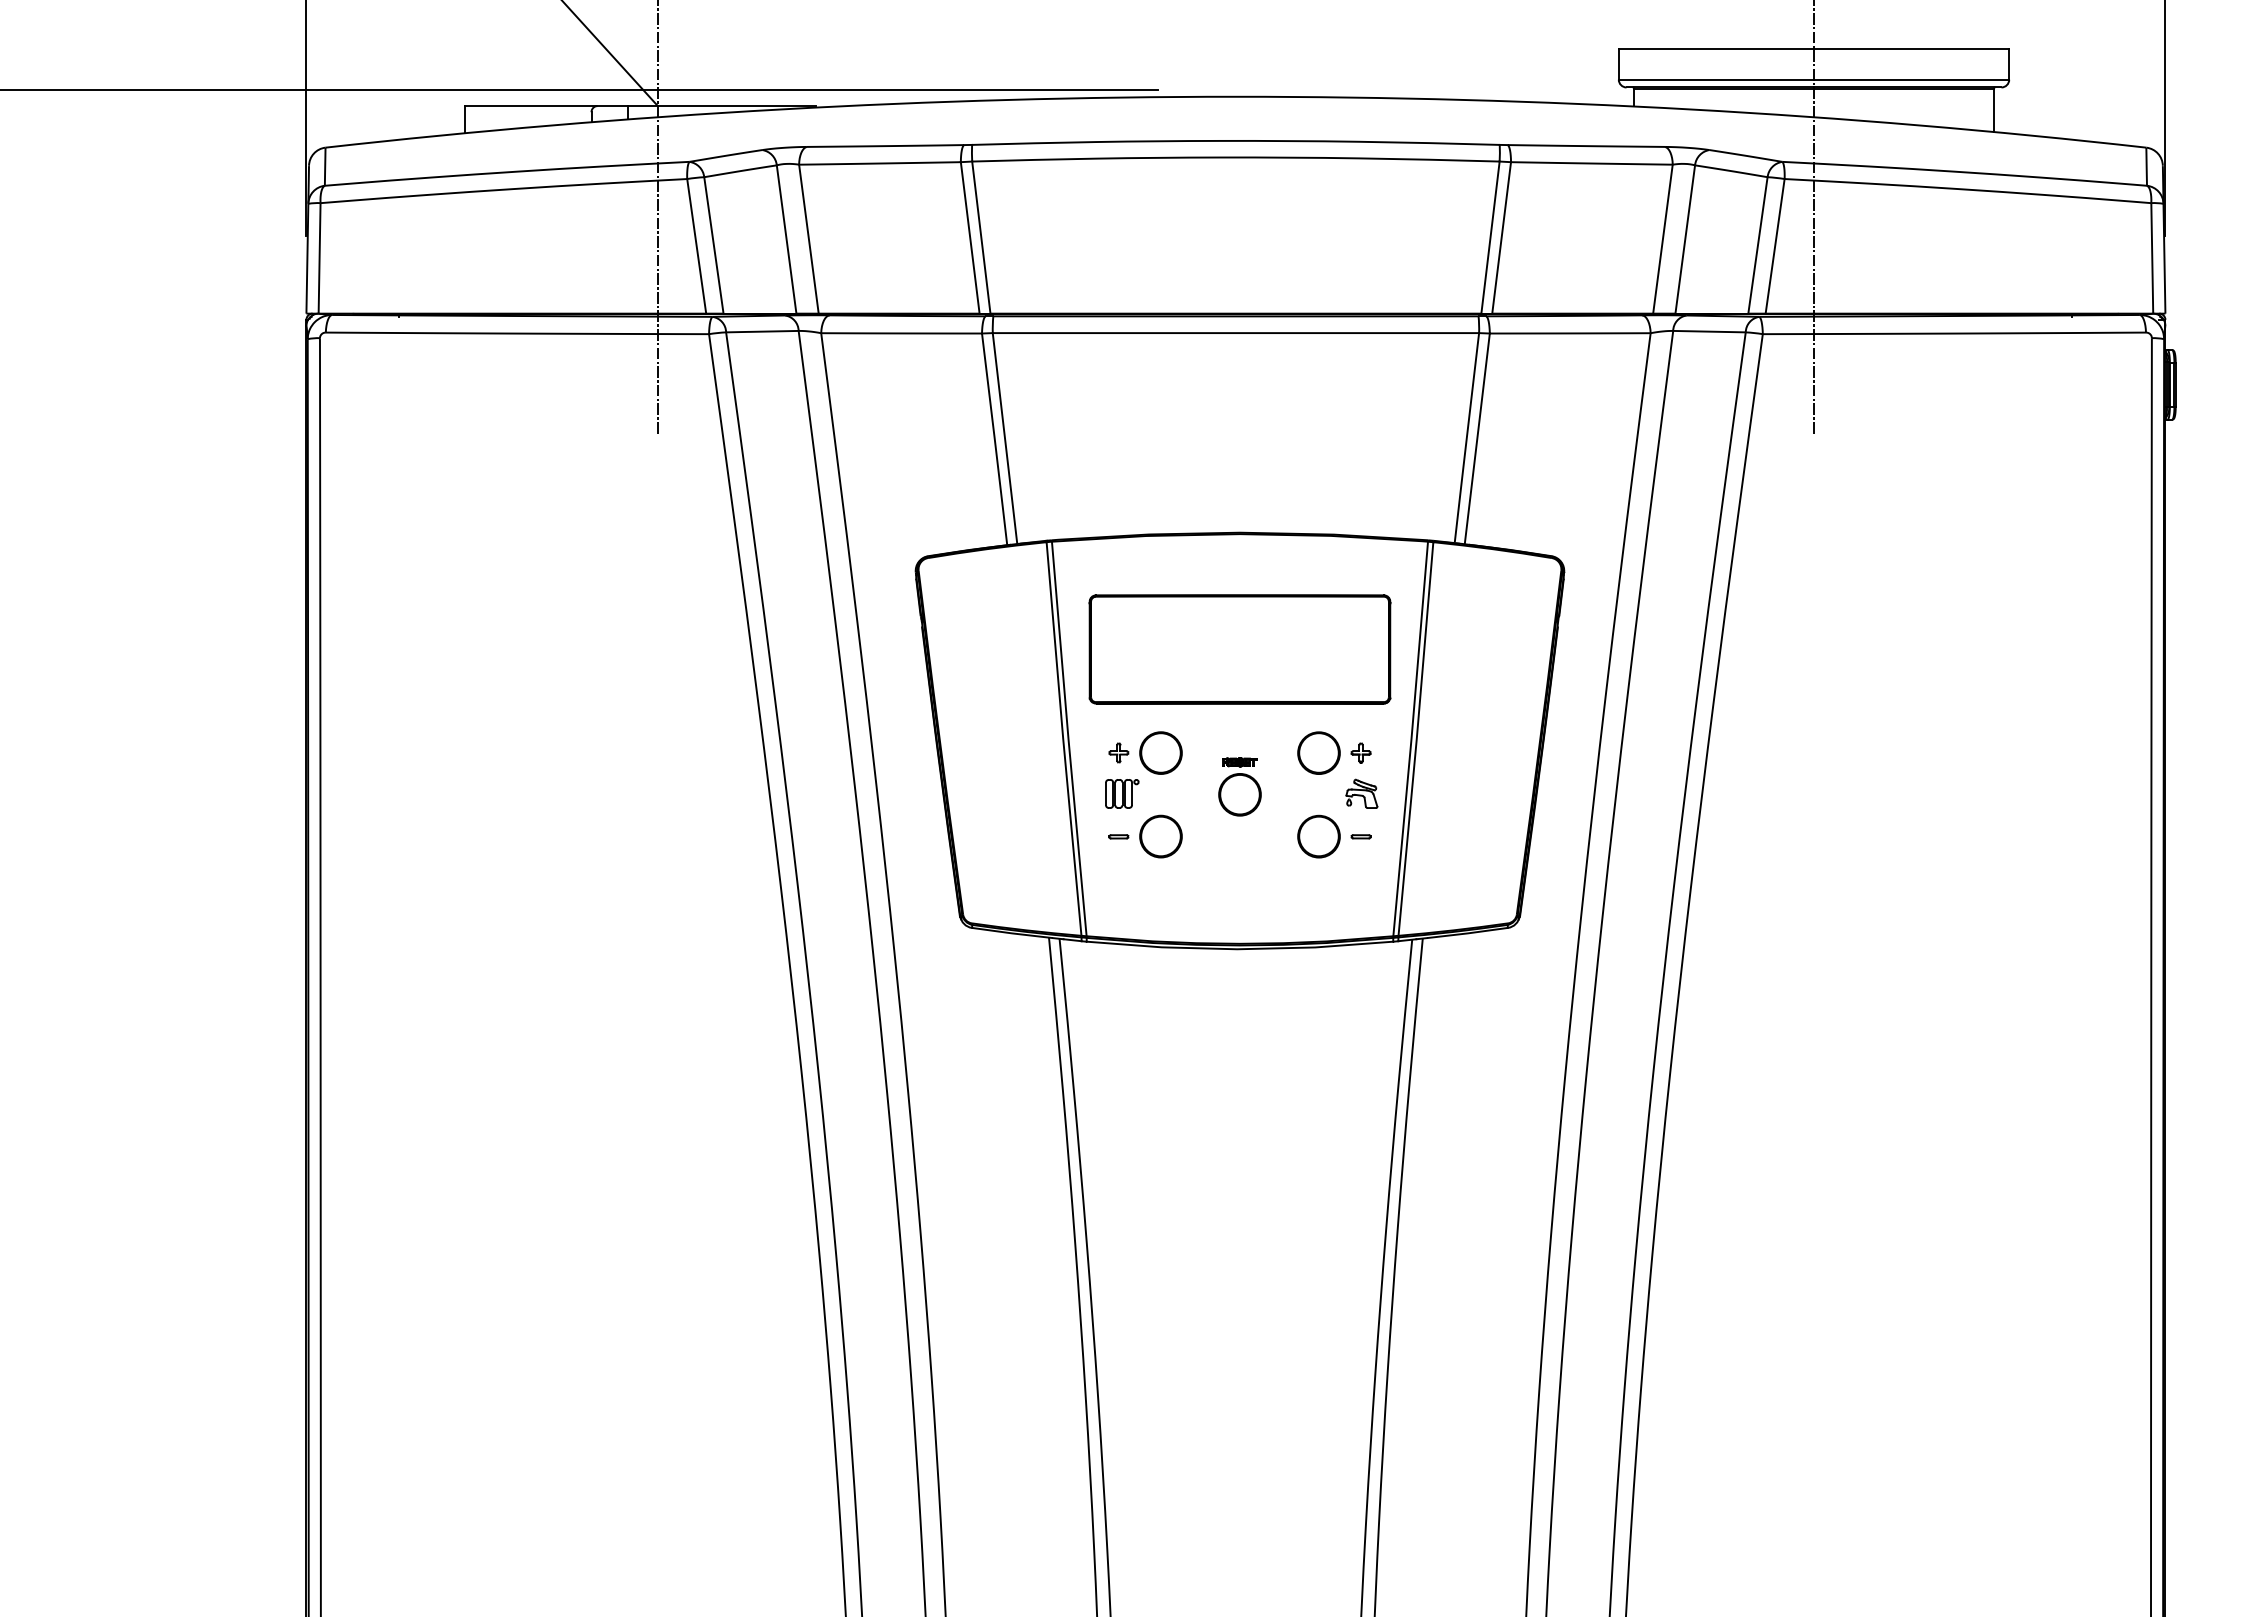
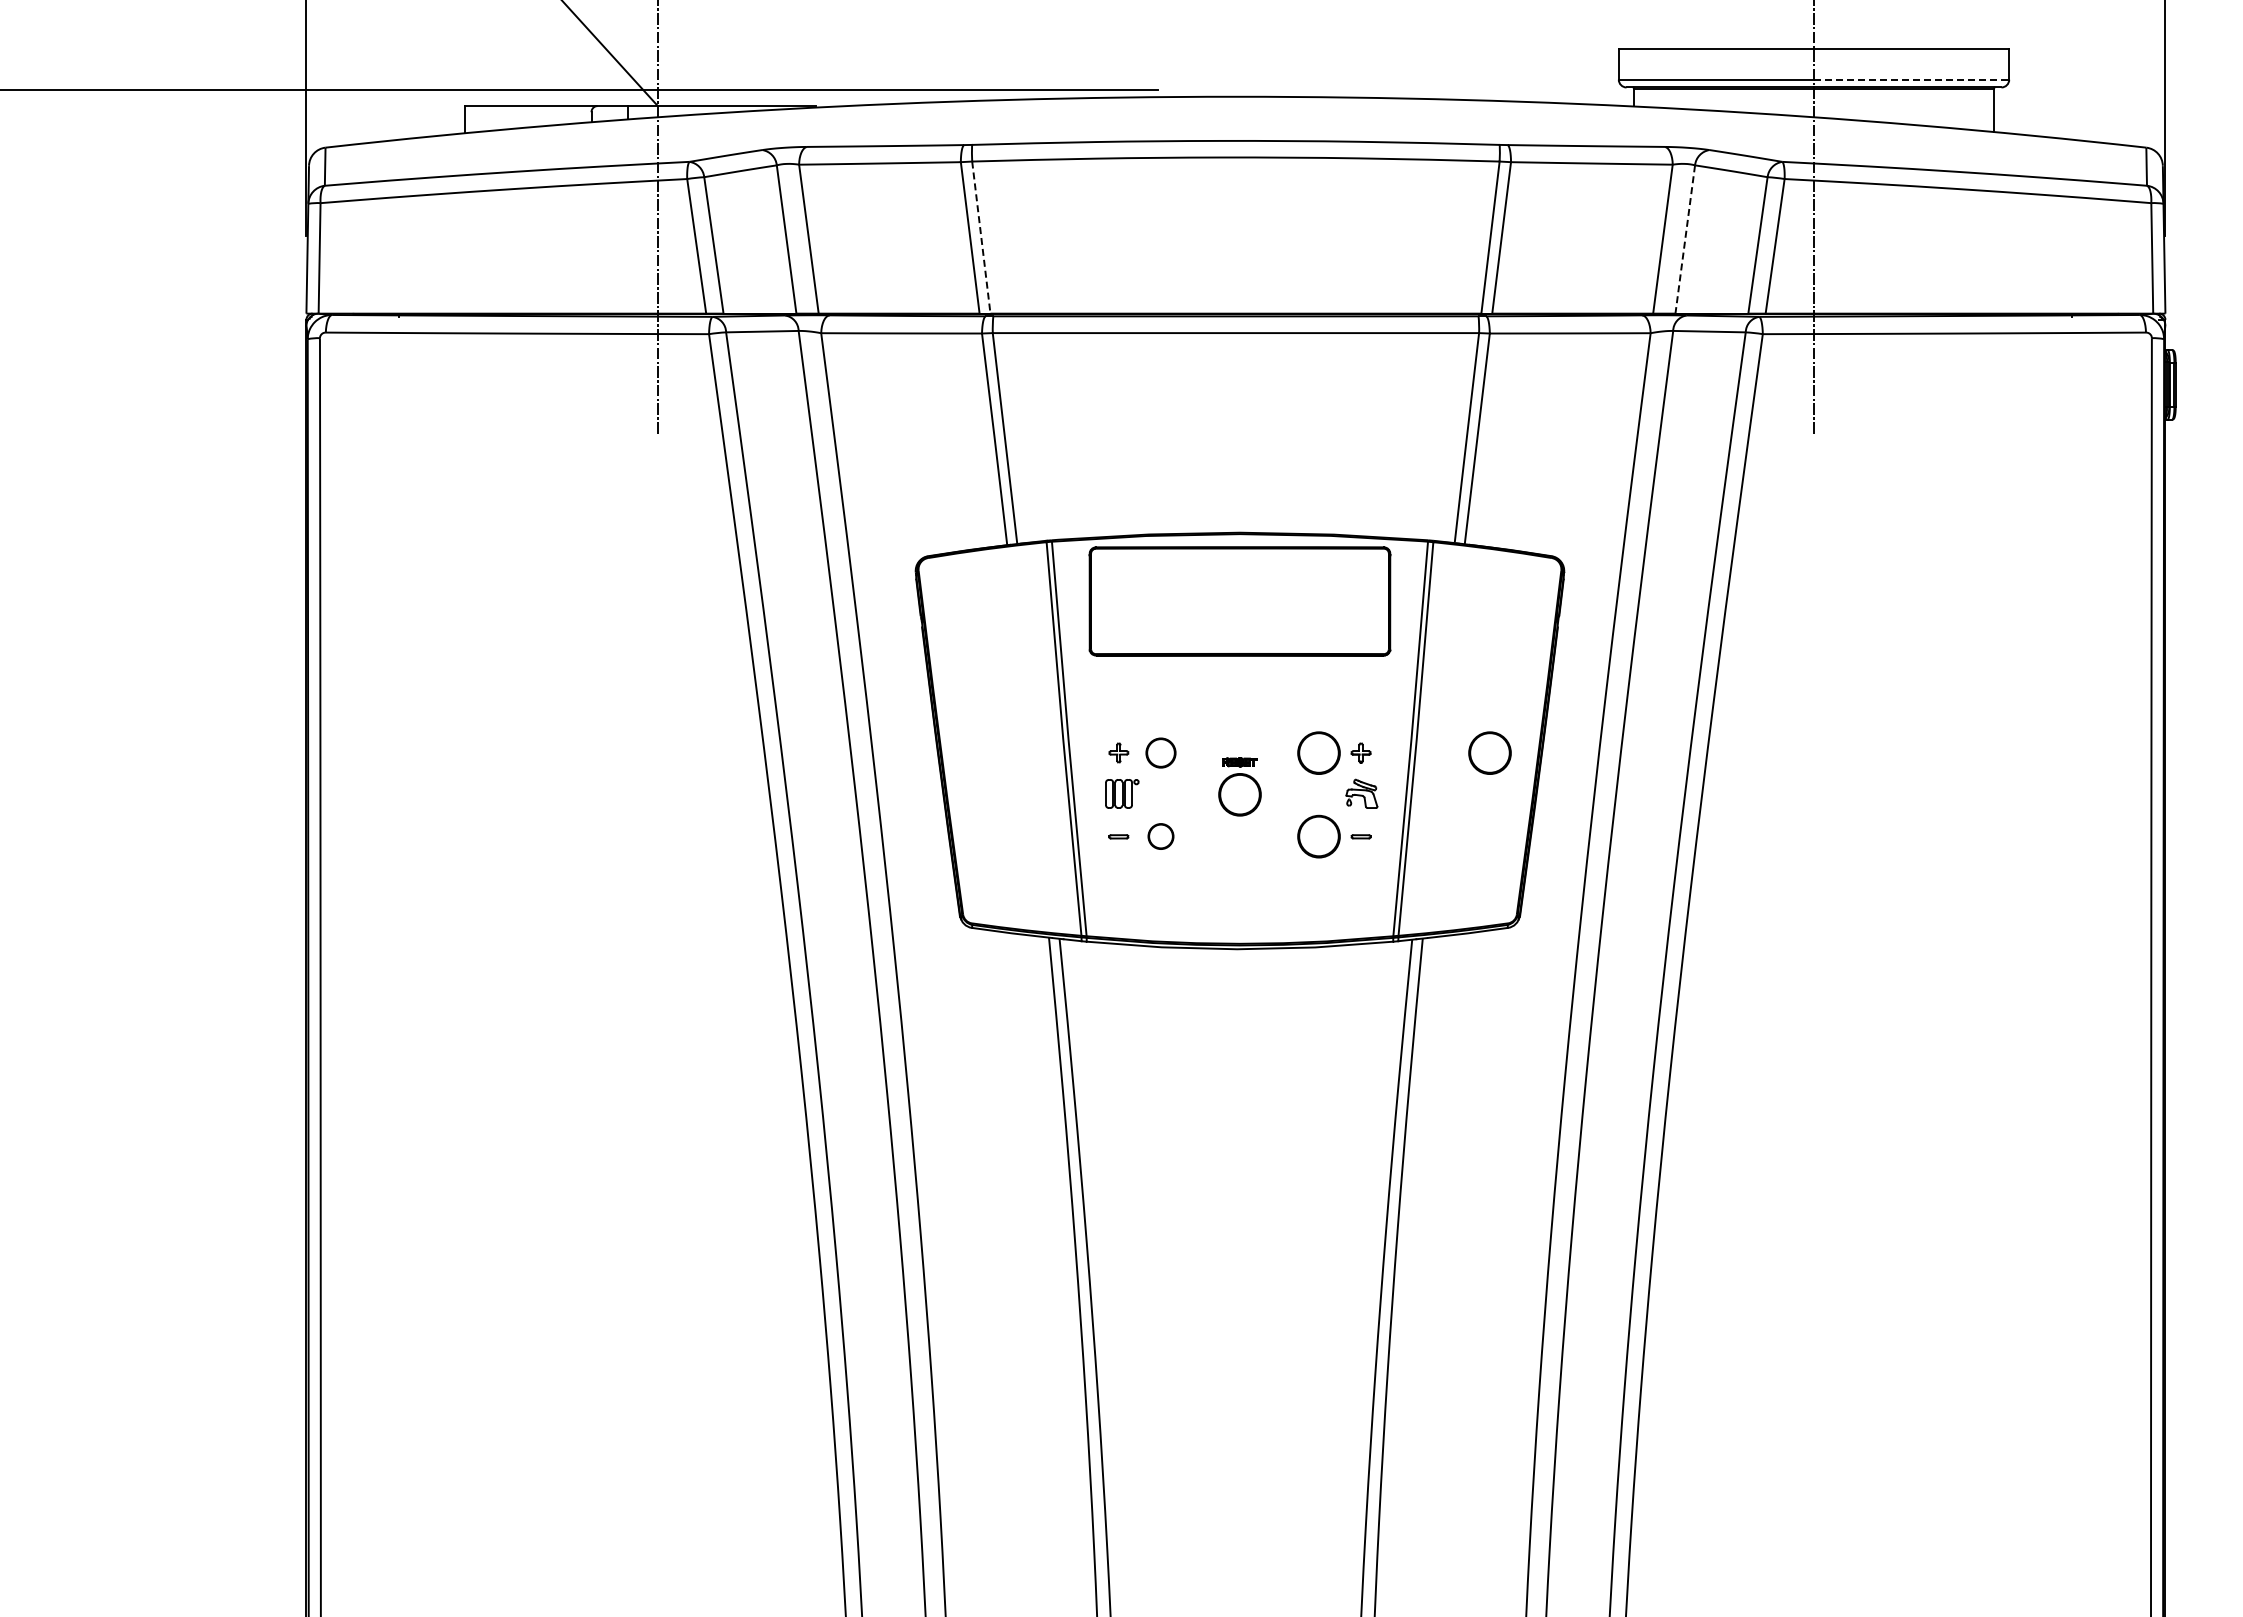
line at (1911, 79): solid -> dashed
line at (981, 237): solid -> dashed
line at (1685, 239): solid -> dashed
part at (1239, 649) position: (1239, 649) -> (1239, 601)
circle at (1160, 752) size: 44x44 px -> 32x32 px
circle at (1489, 752): none -> present
part at (1160, 836) size: 44x45 px -> 28x27 px
